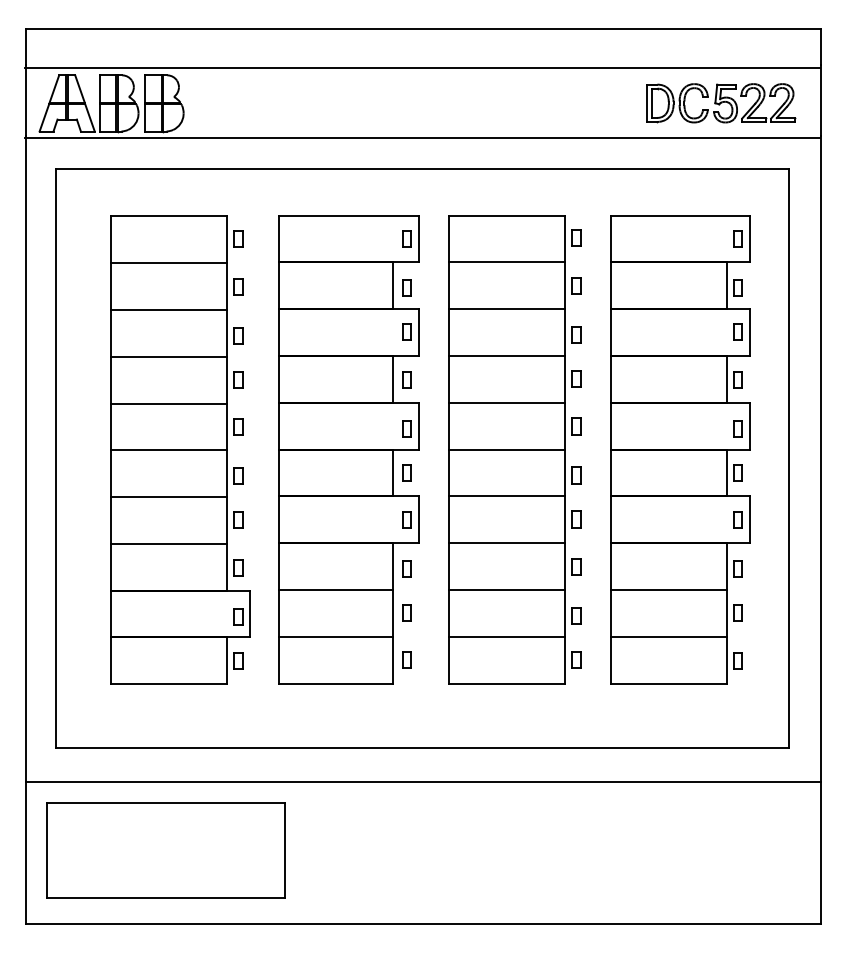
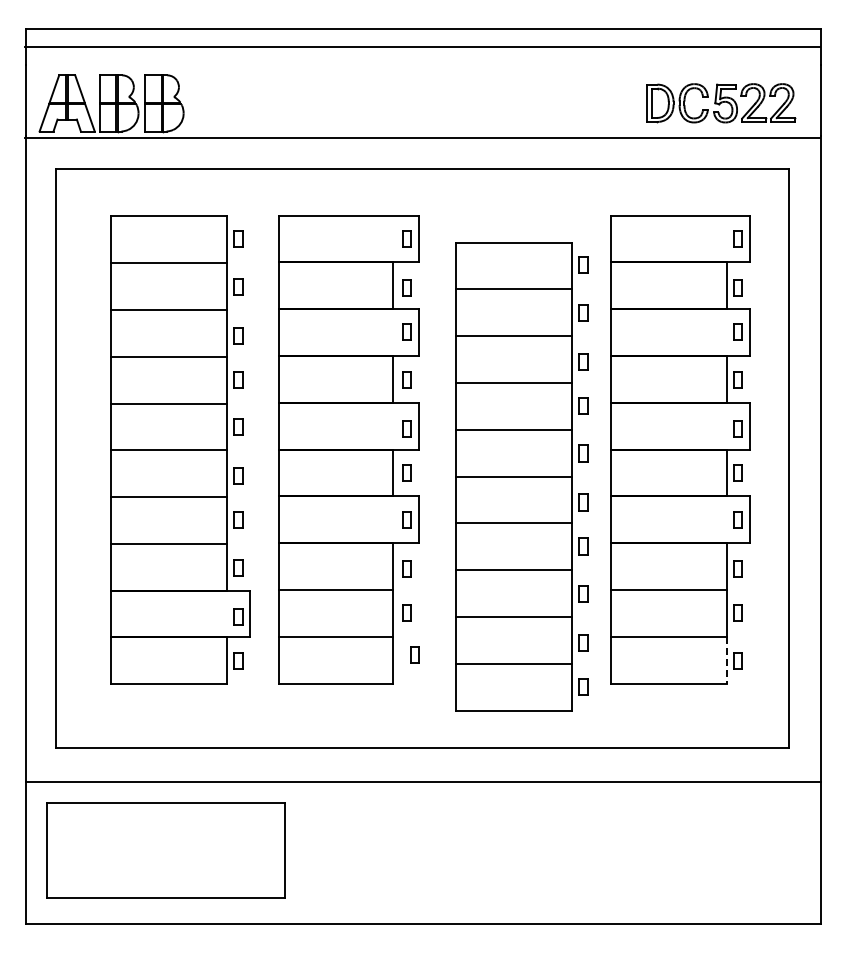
line at (422, 67) position: (422, 67) -> (422, 46)
part at (514, 449) position: (514, 449) -> (521, 476)
part at (406, 659) position: (406, 659) -> (414, 654)
line at (726, 660): solid -> dashed
